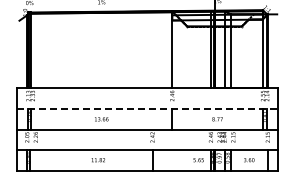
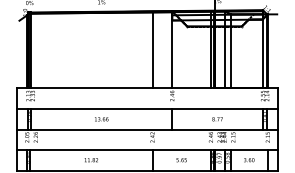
line at (152, 49): none -> present
line at (147, 108): dashed -> solid
text at (97, 160) position: (97, 160) -> (90, 160)
text at (198, 160) position: (198, 160) -> (181, 160)
